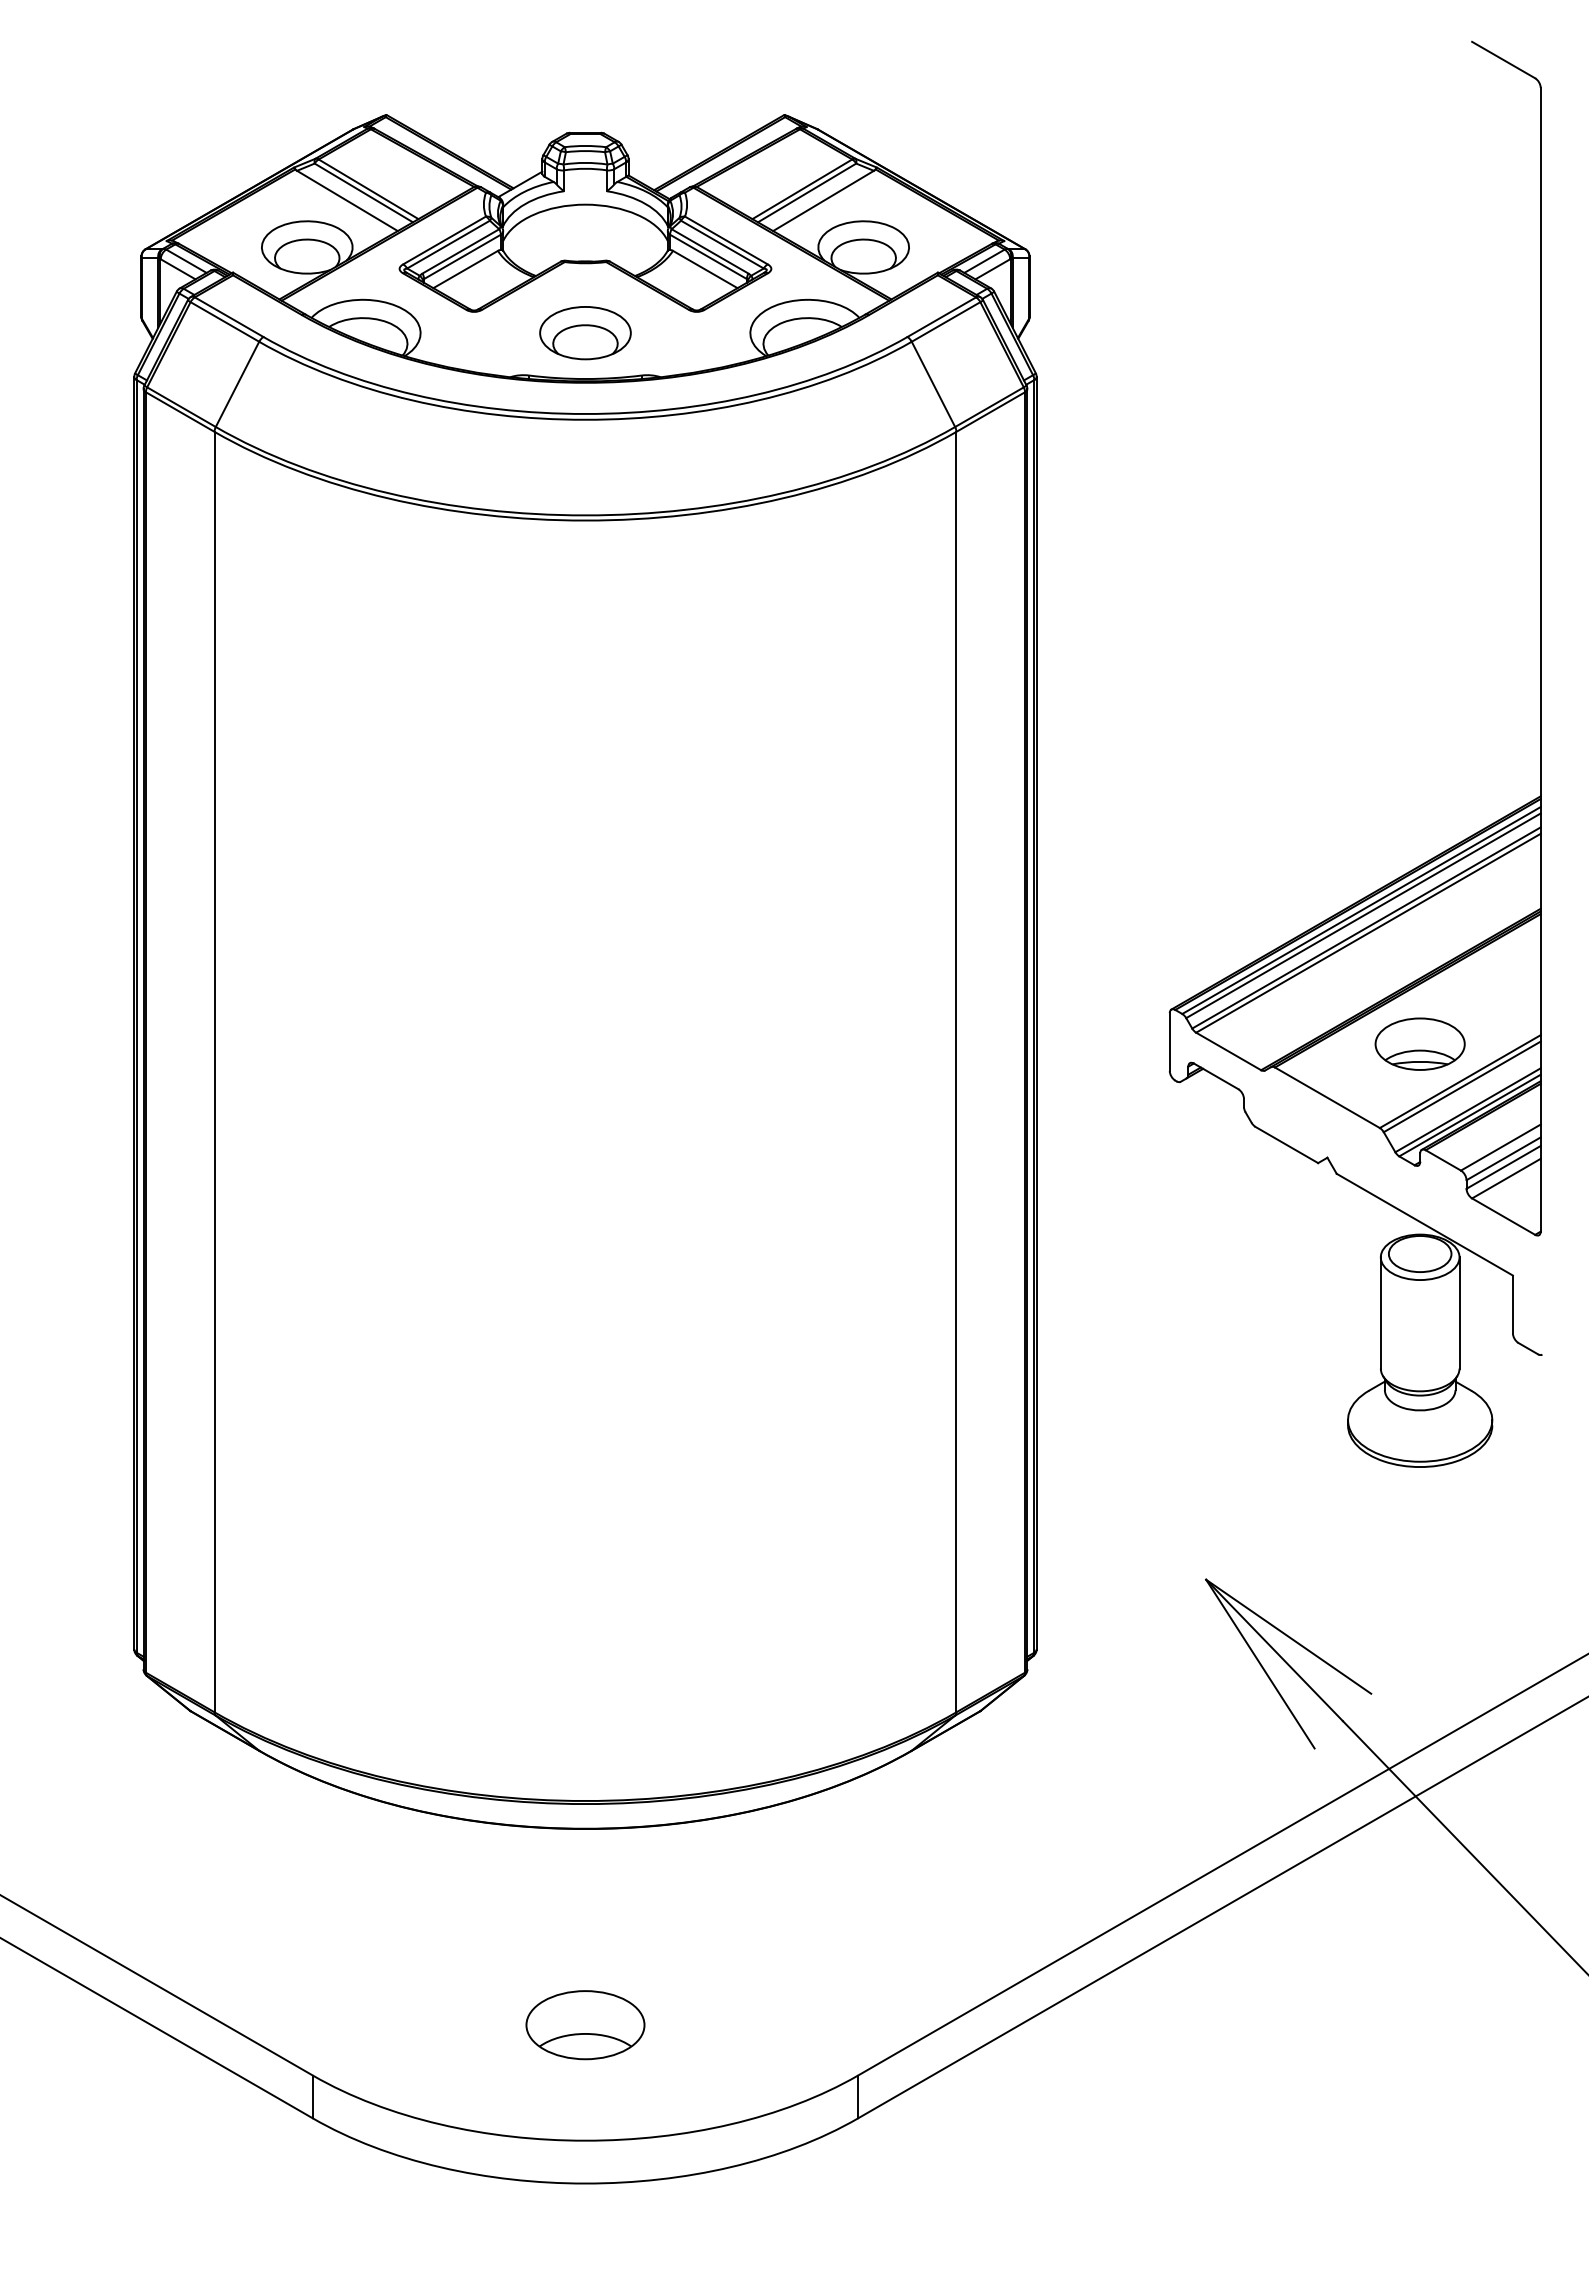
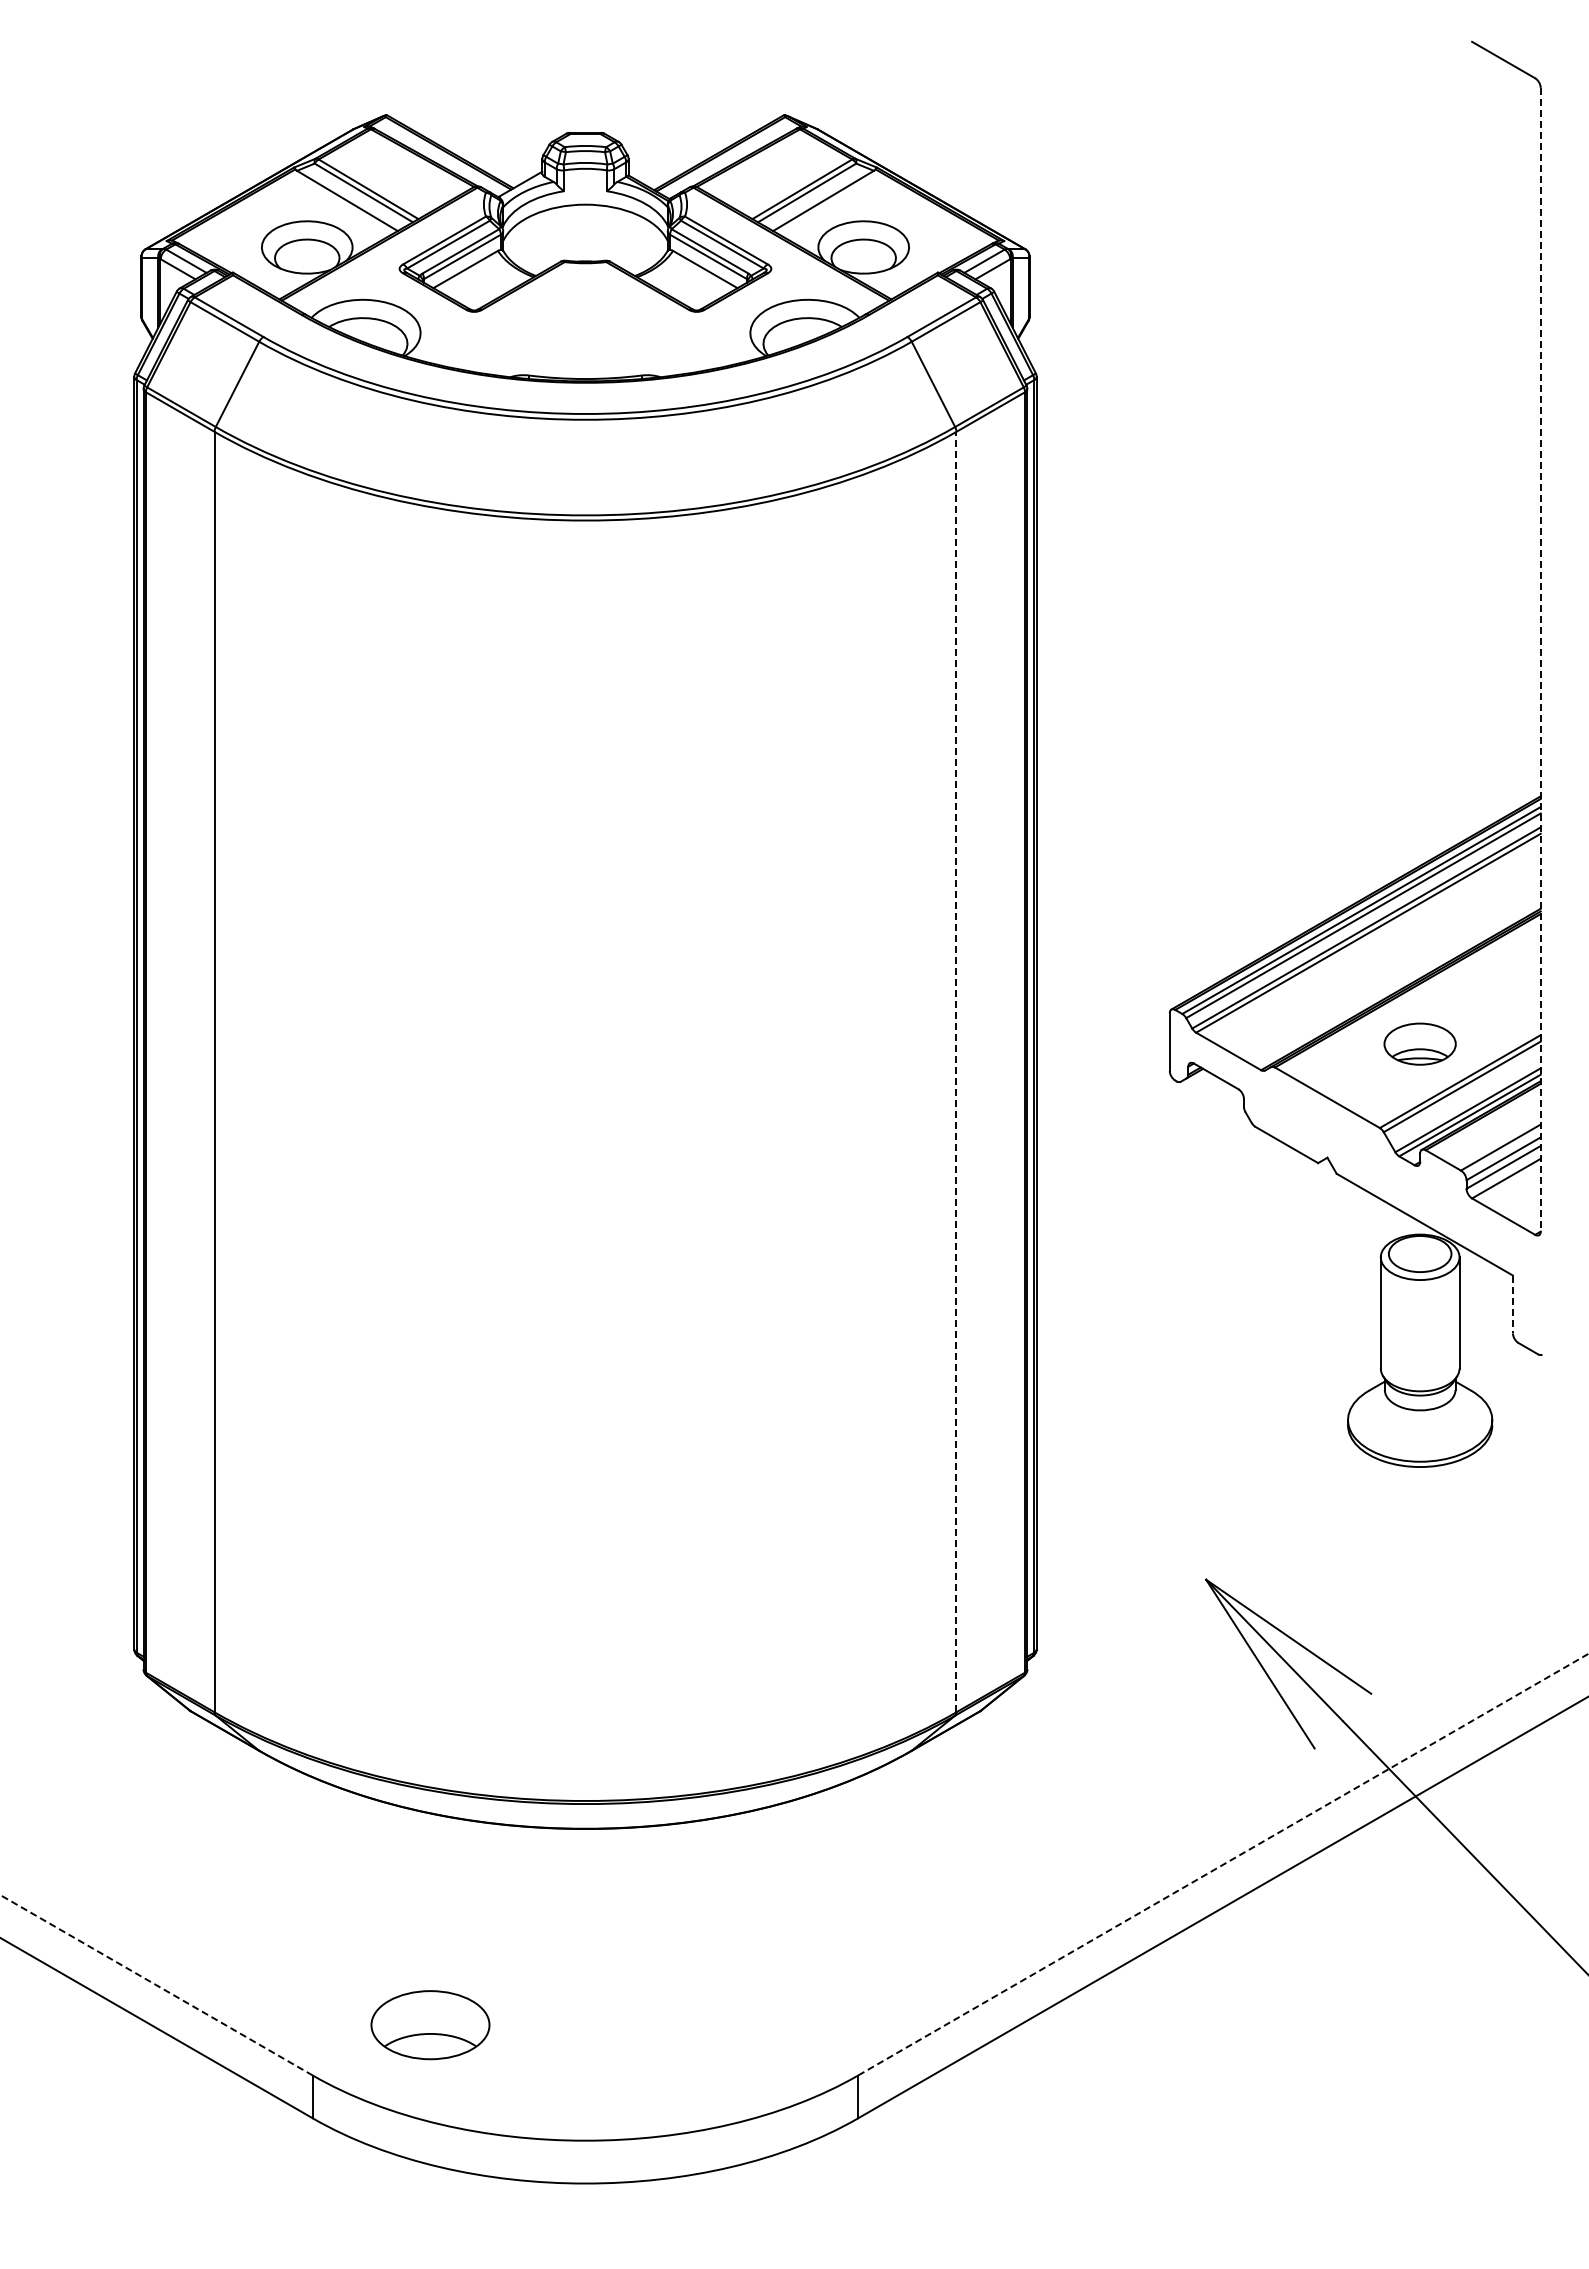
part at (585, 333): present -> none
line at (1540, 659): solid -> dashed
part at (1419, 1043) size: 92x54 px -> 74x44 px
line at (956, 1071): solid -> dashed
line at (1512, 1304): solid -> dashed
line at (1223, 1864): solid -> dashed
line at (156, 1985): solid -> dashed
part at (585, 2025) position: (585, 2025) -> (430, 2025)
